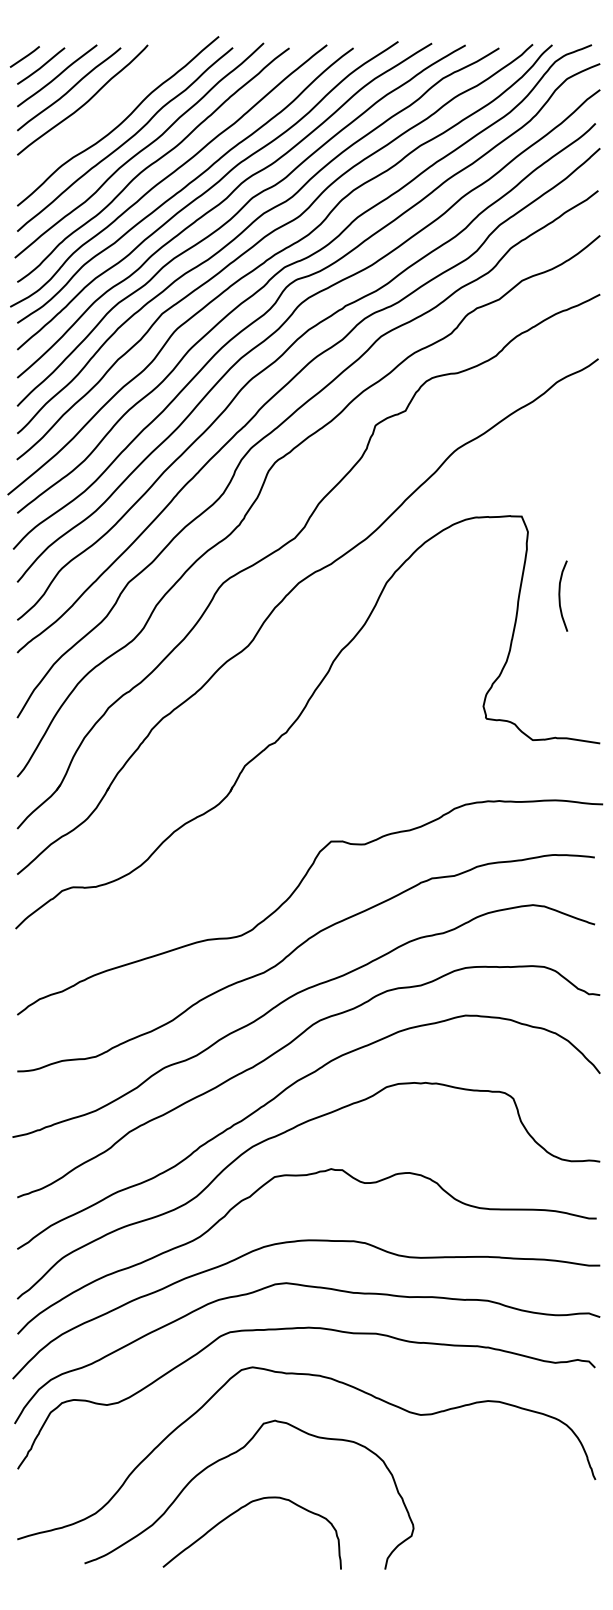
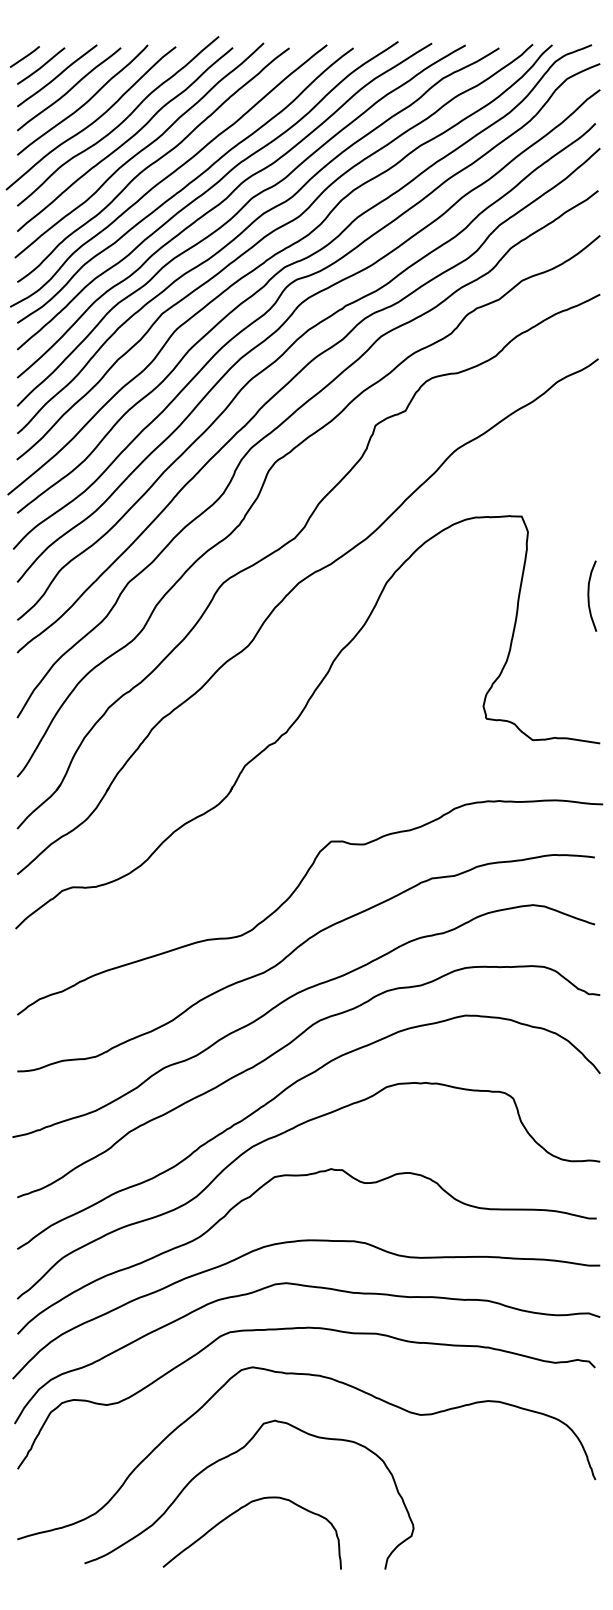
curve at (91, 122): none -> present
curve at (560, 595) position: (560, 595) -> (589, 595)
